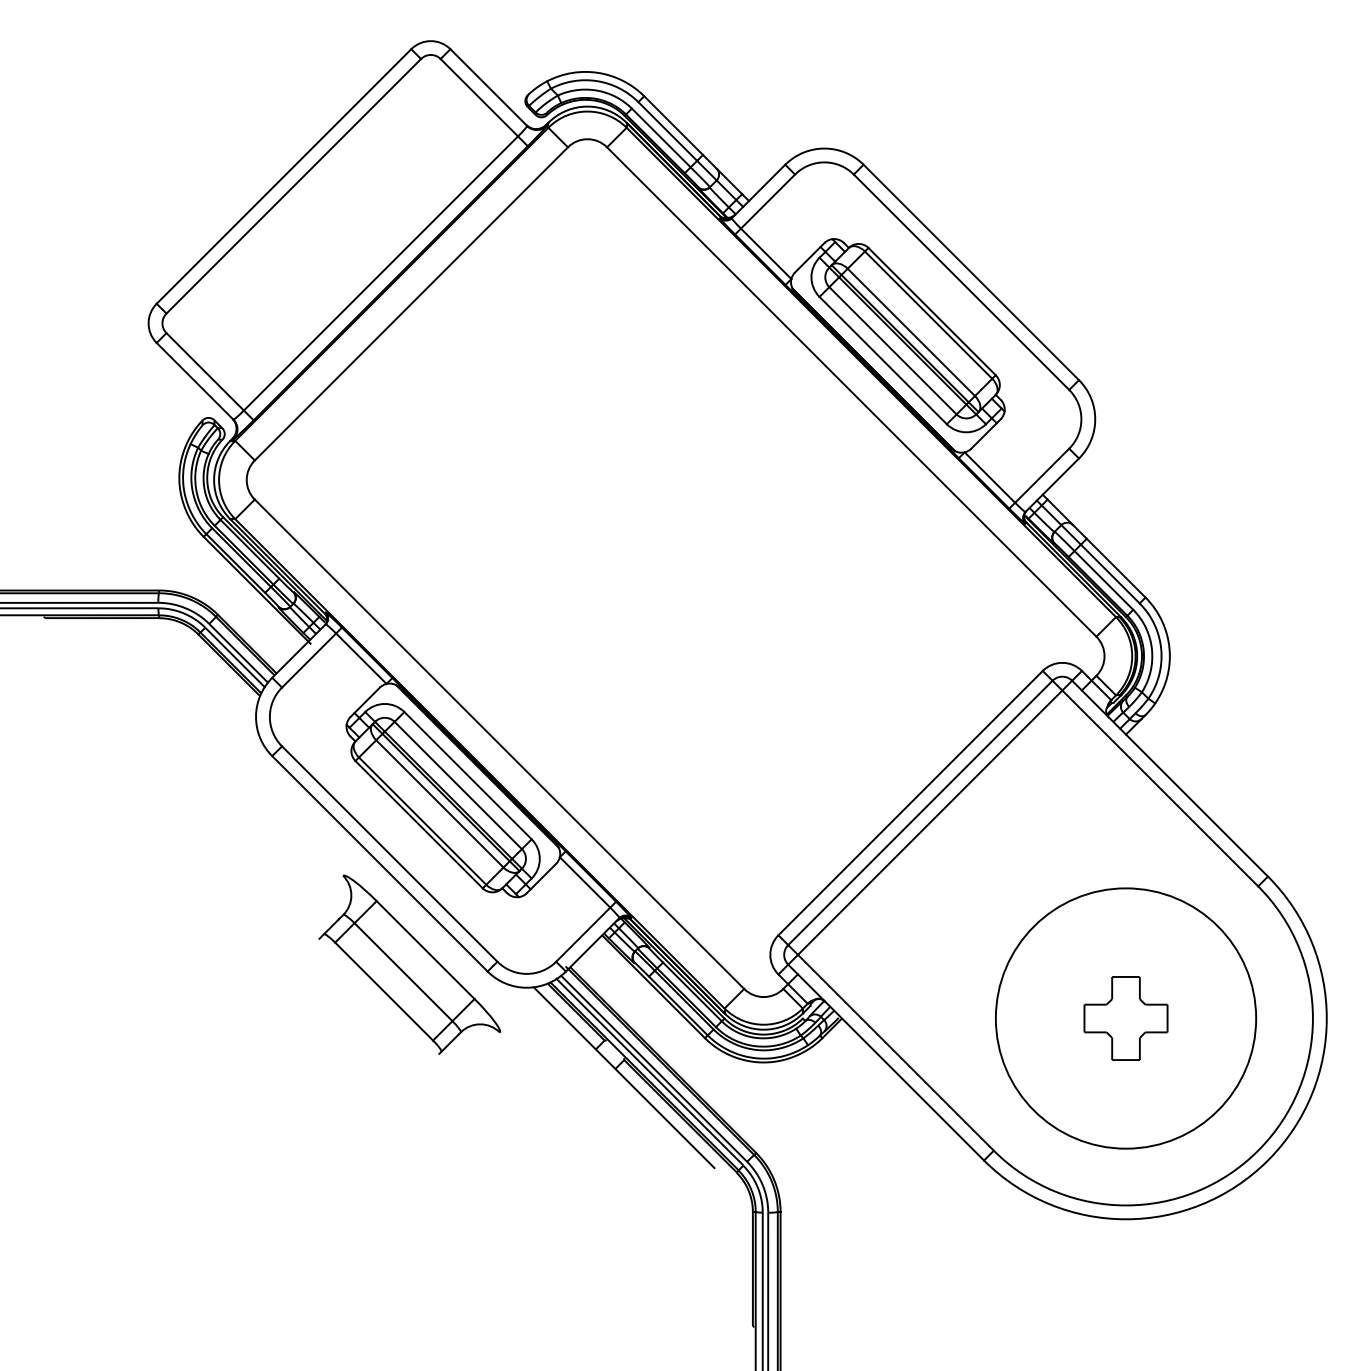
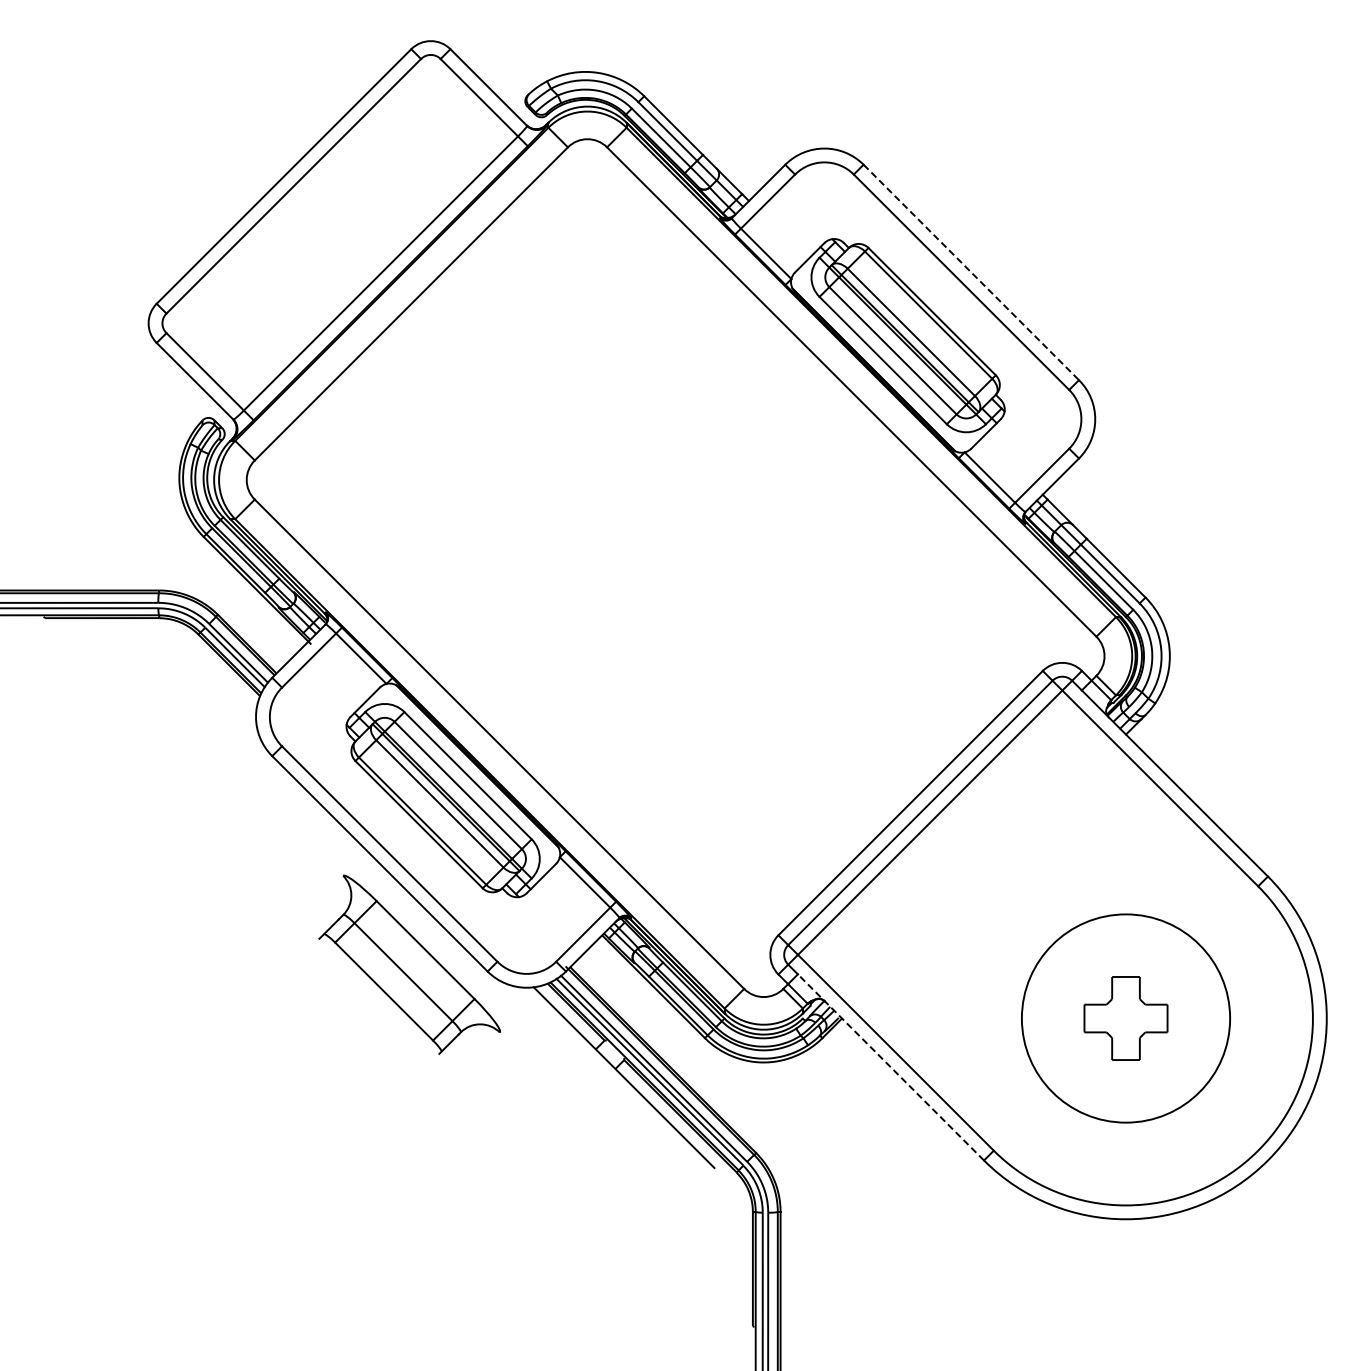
line at (971, 272): solid -> dashed
circle at (1125, 1018) diameter: 260 px -> 208 px
line at (890, 1067): solid -> dashed
